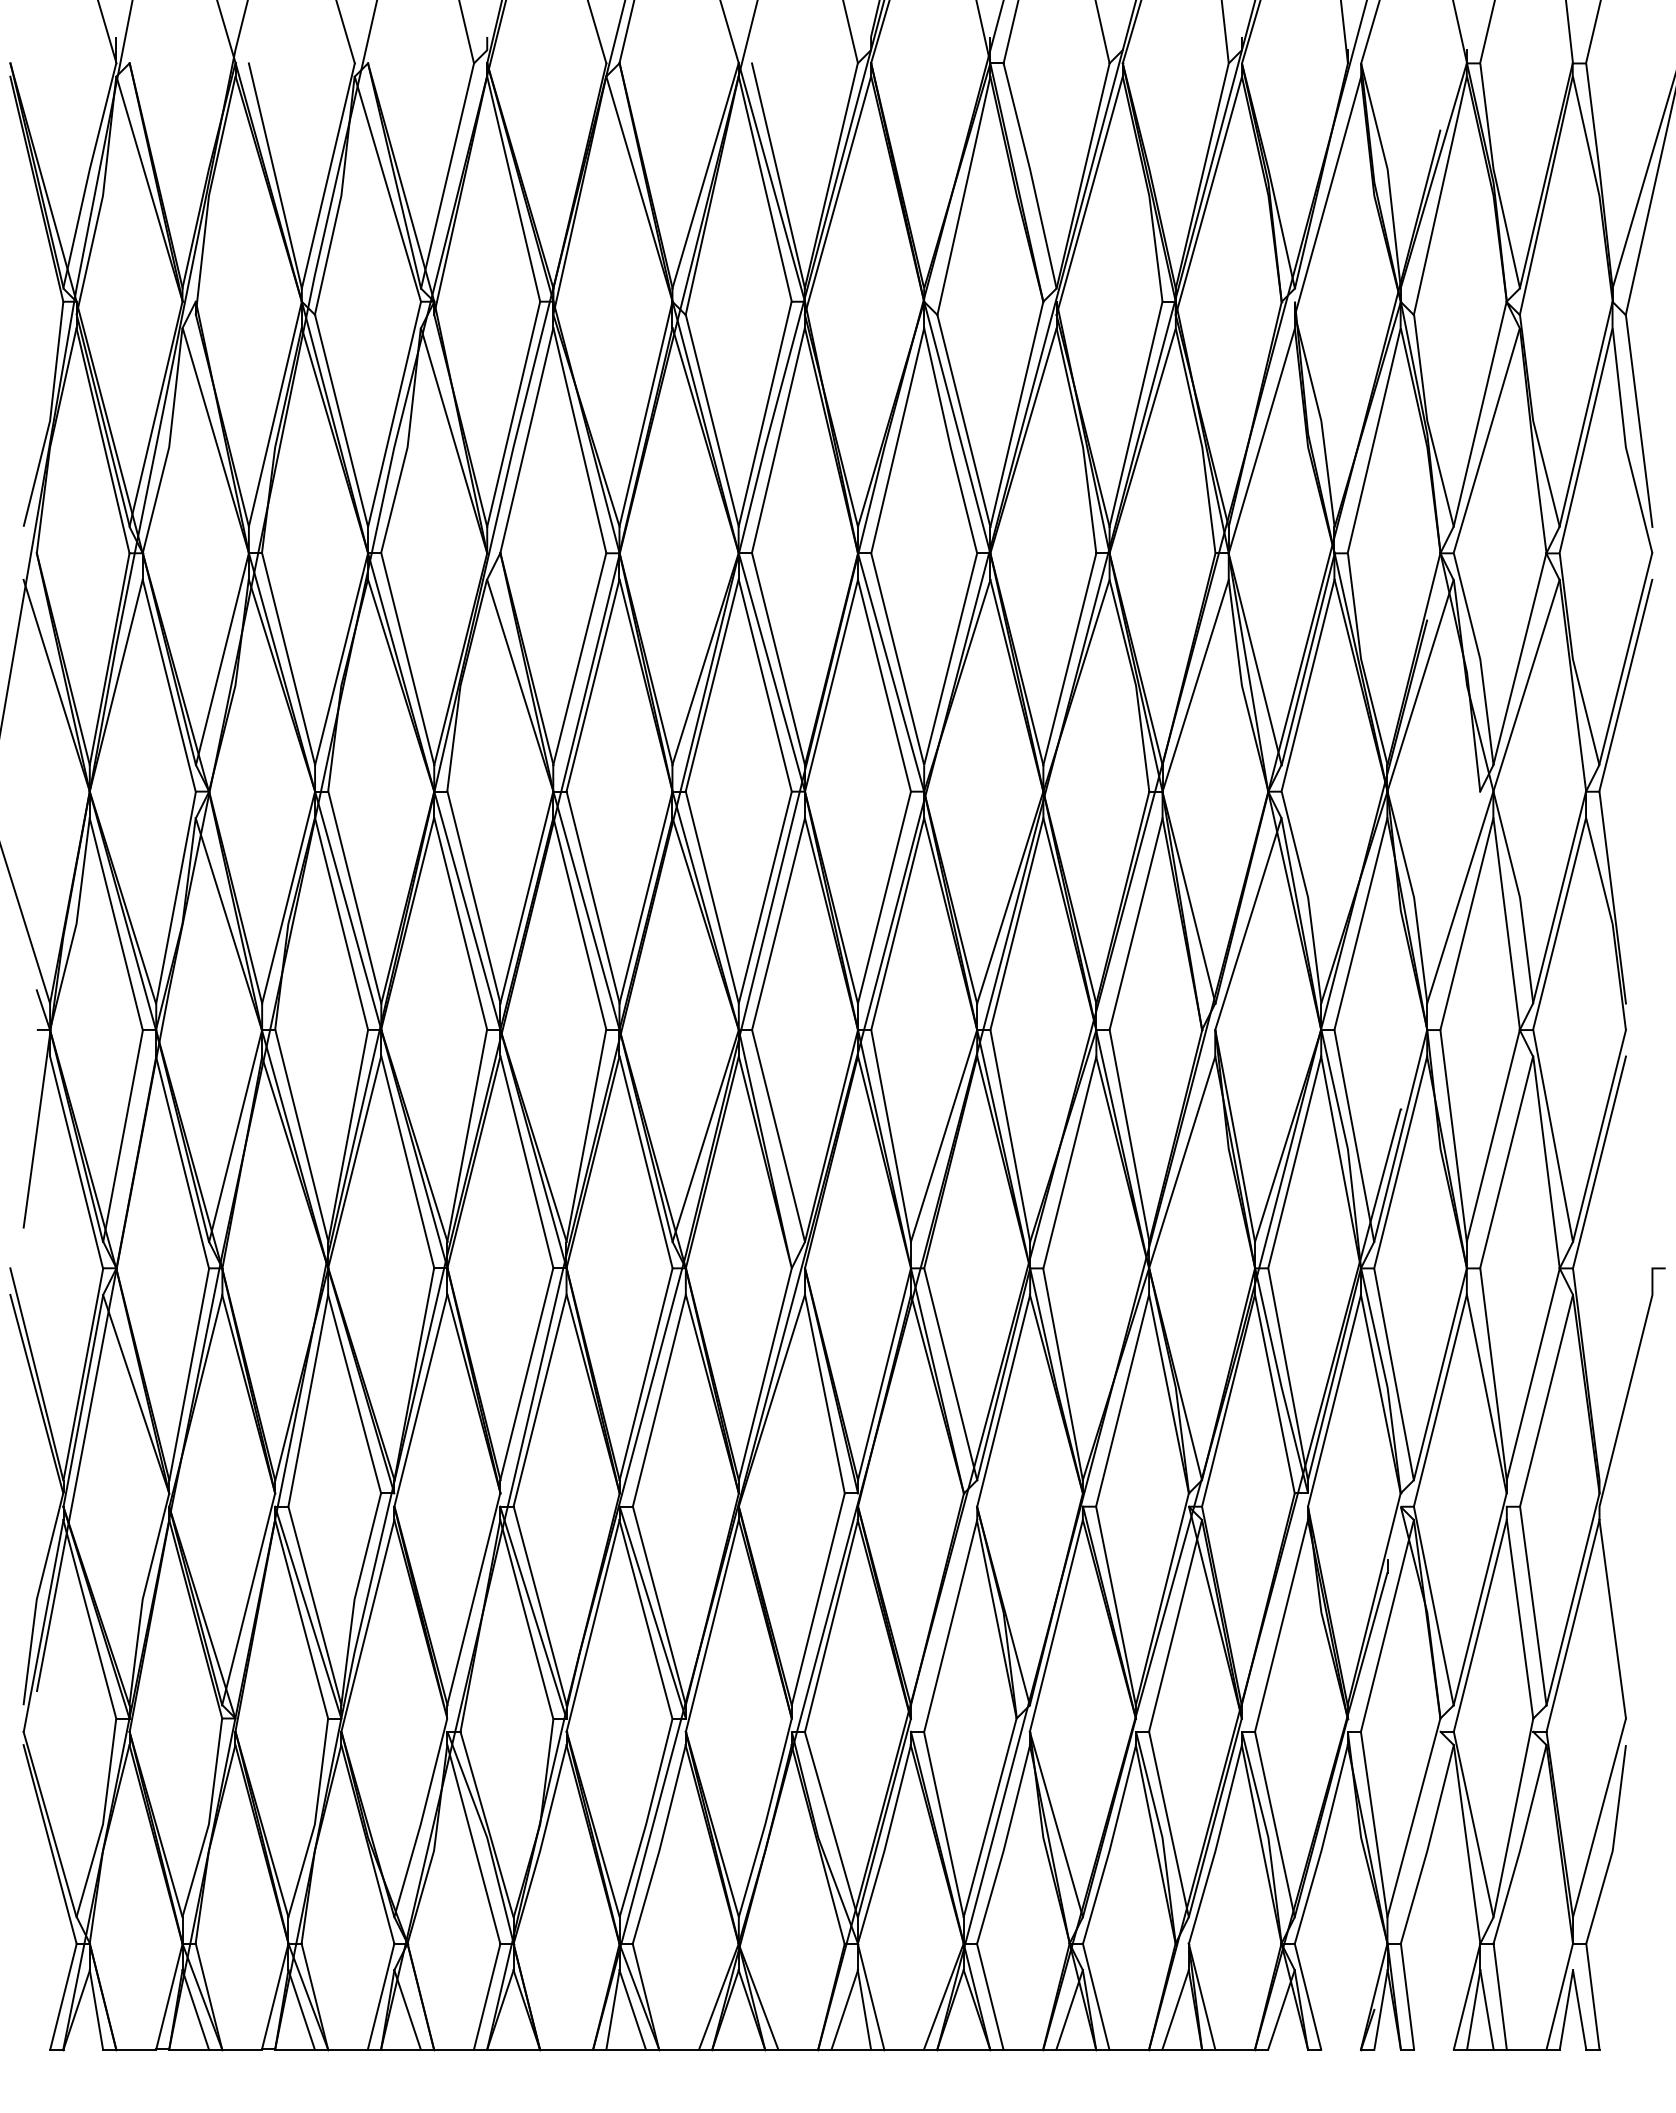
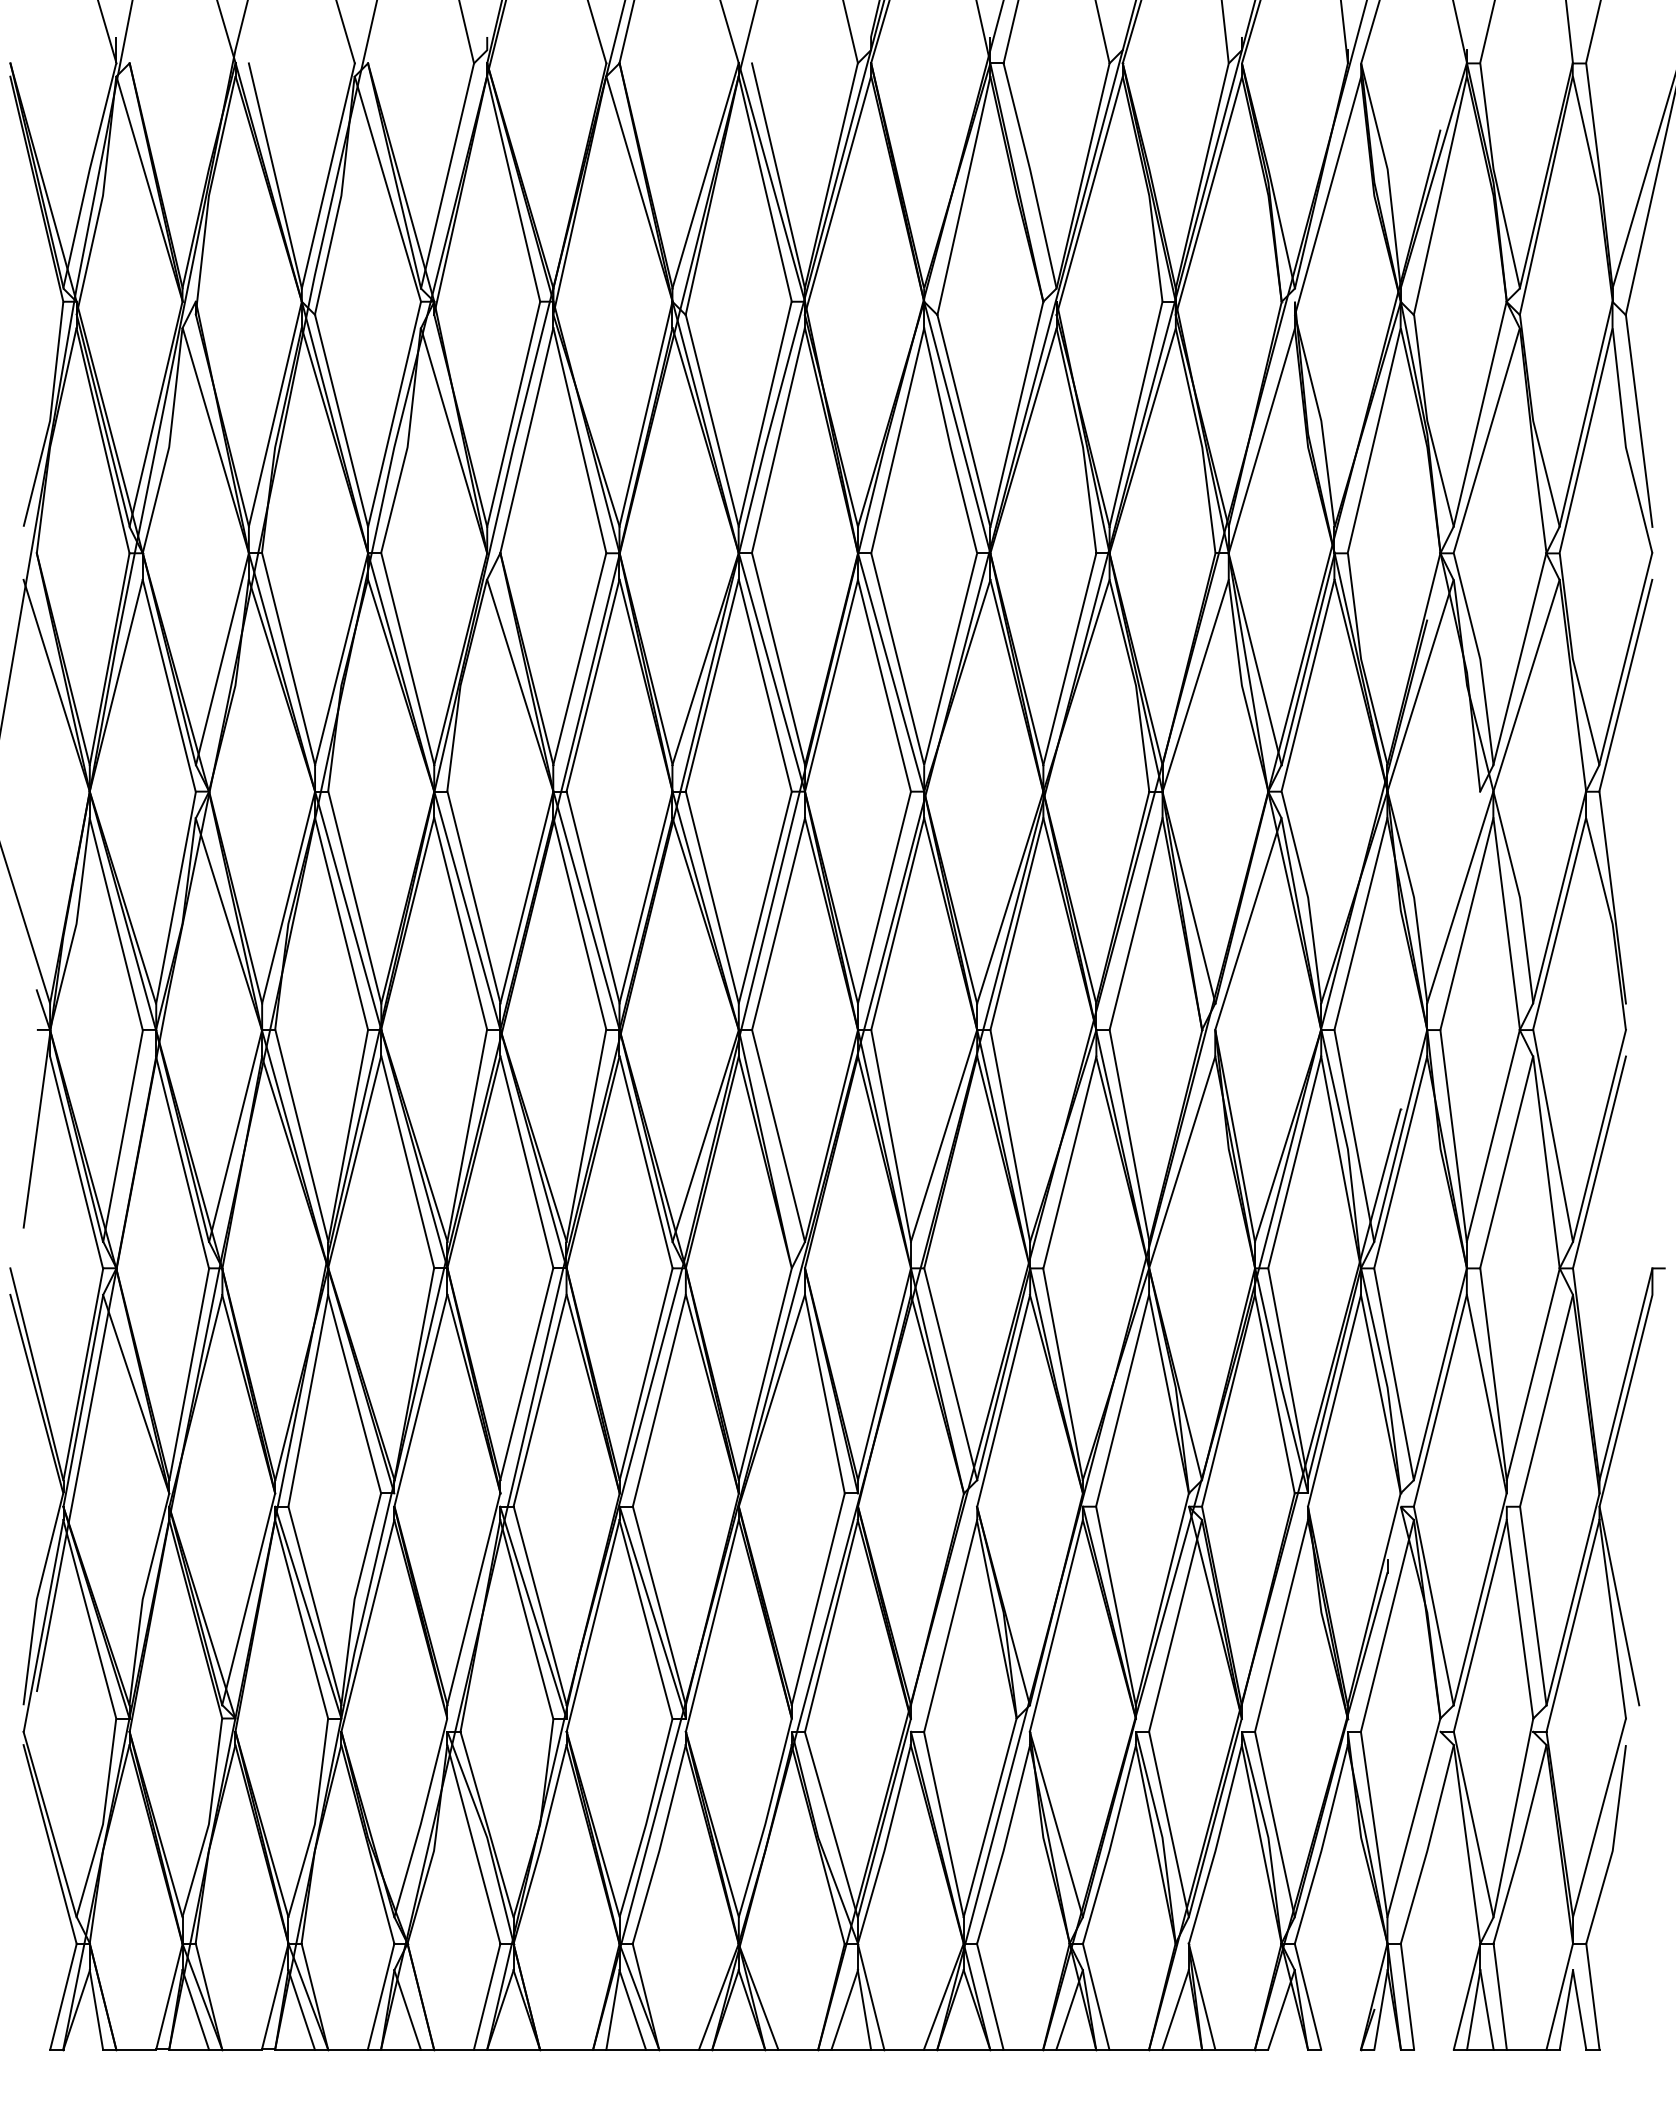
line at (1625, 1374): none -> present
line at (1619, 1605): none -> present
